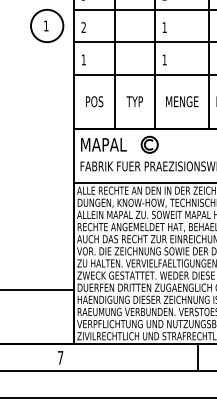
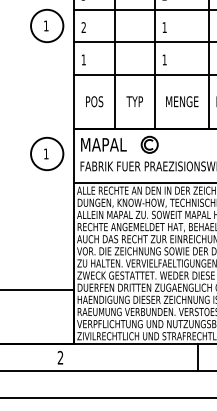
part at (47, 153): none -> present
text at (60, 357): 7 -> 2
